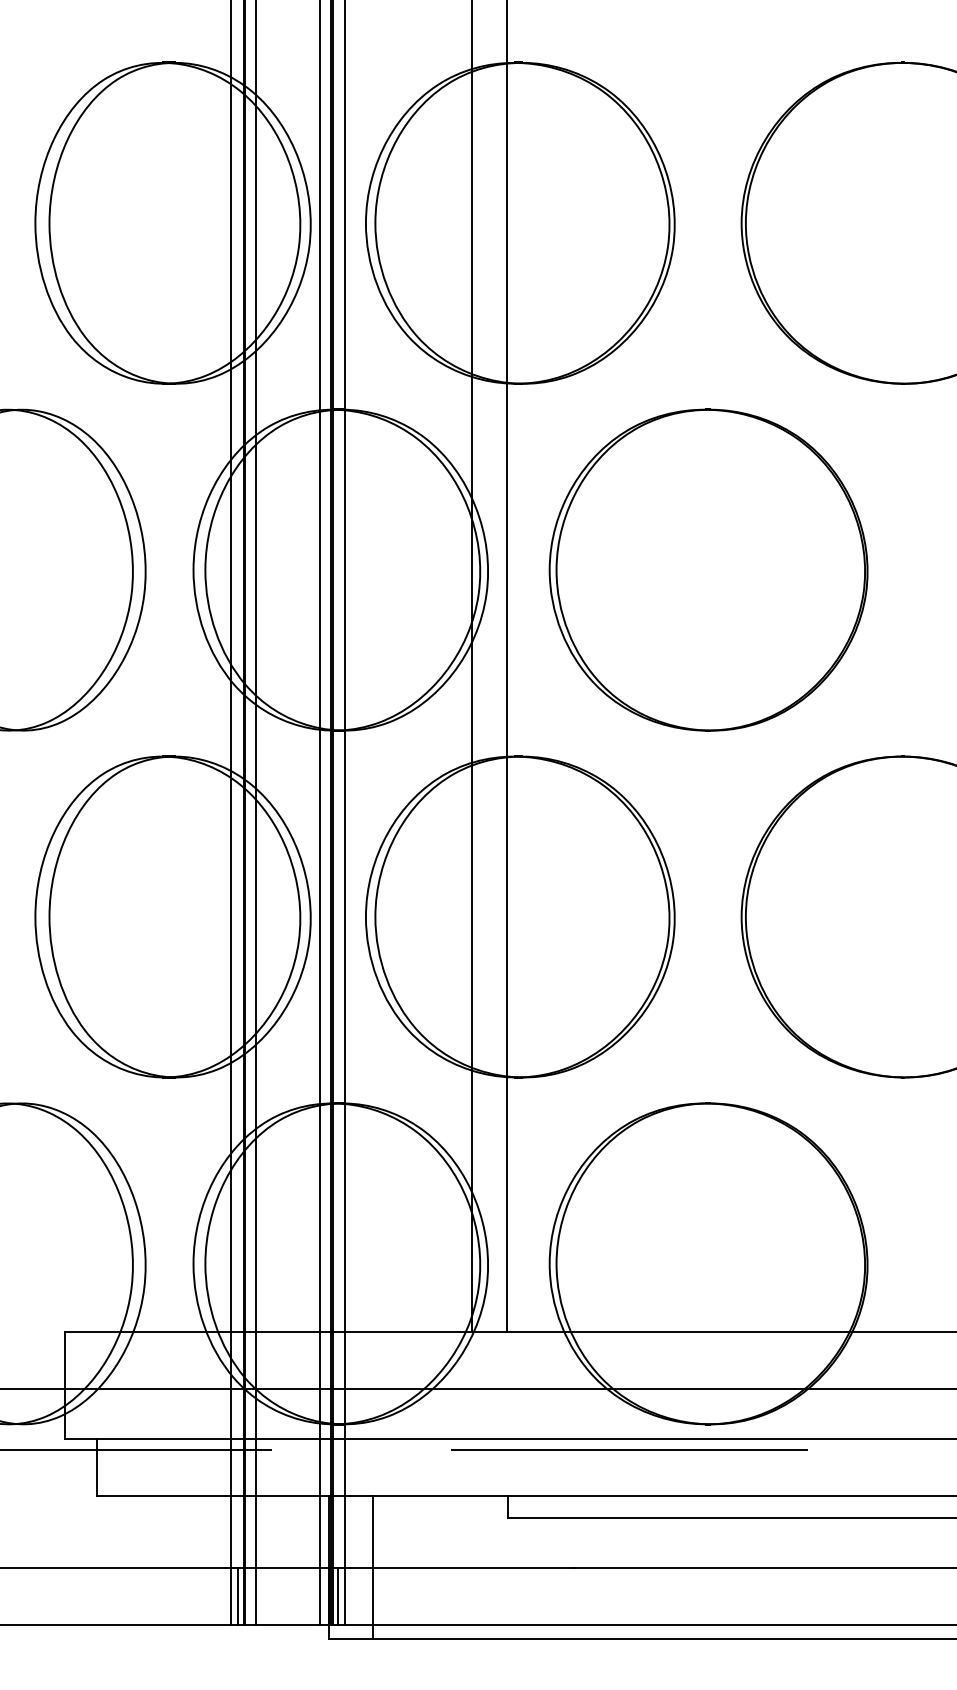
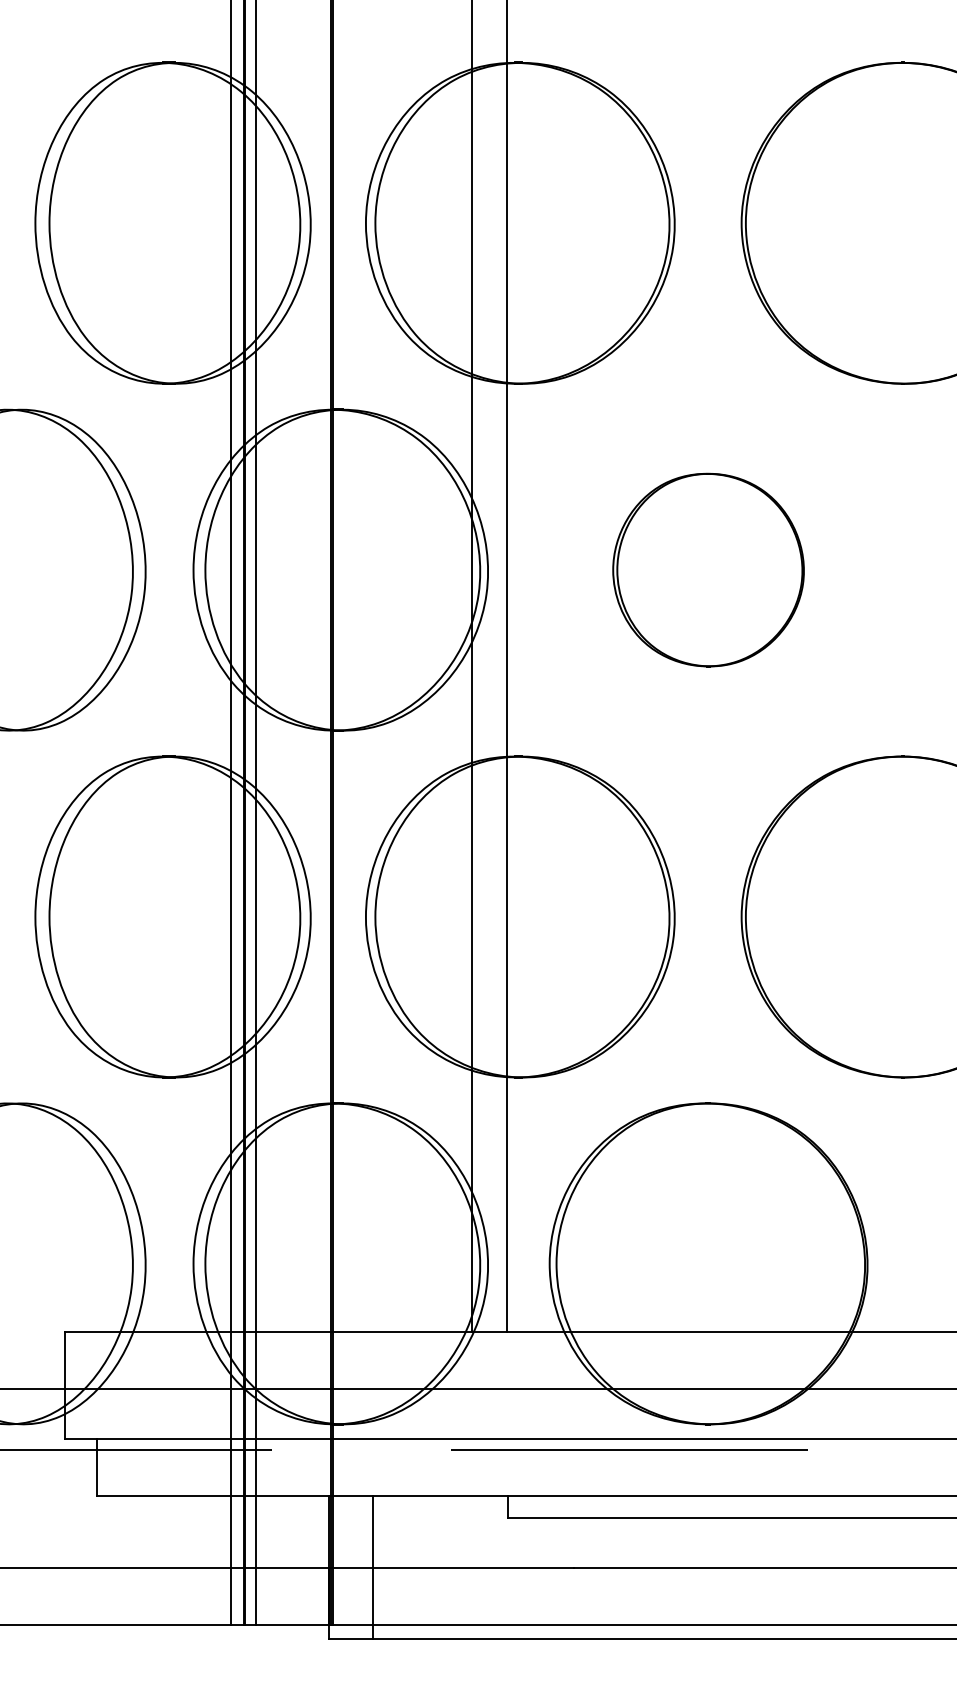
part at (708, 569) size: 321x324 px -> 193x196 px
line at (320, 813): present -> none
line at (345, 813): present -> none
line at (238, 1596): present -> none
line at (338, 1596): present -> none
